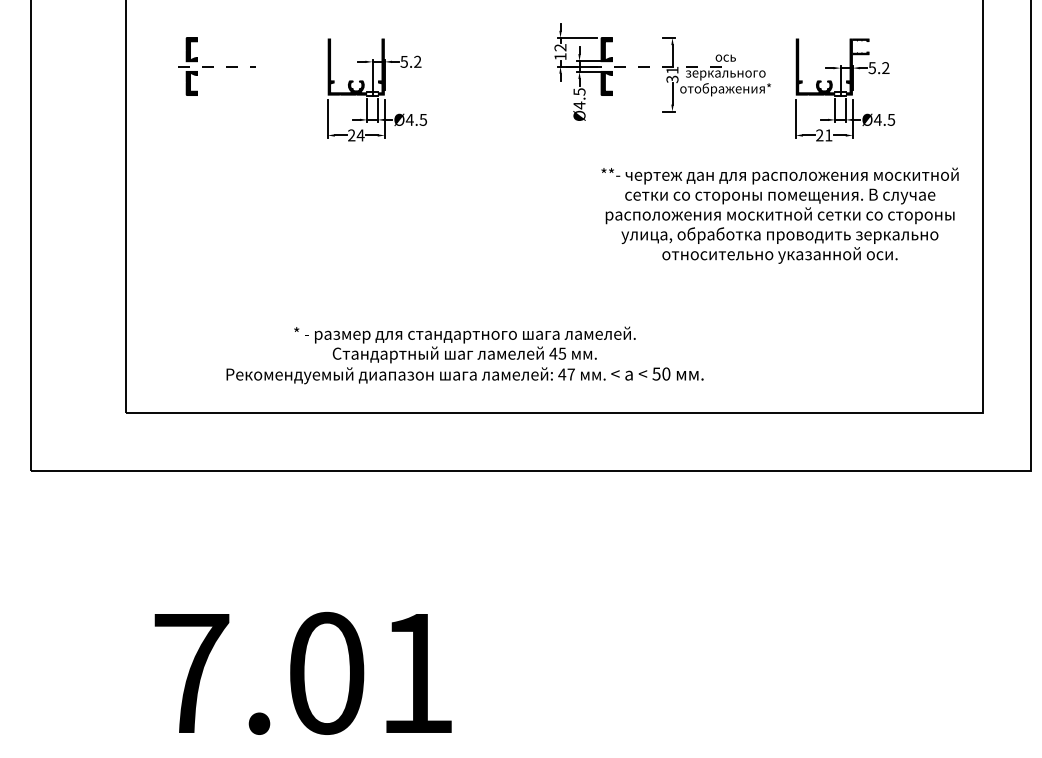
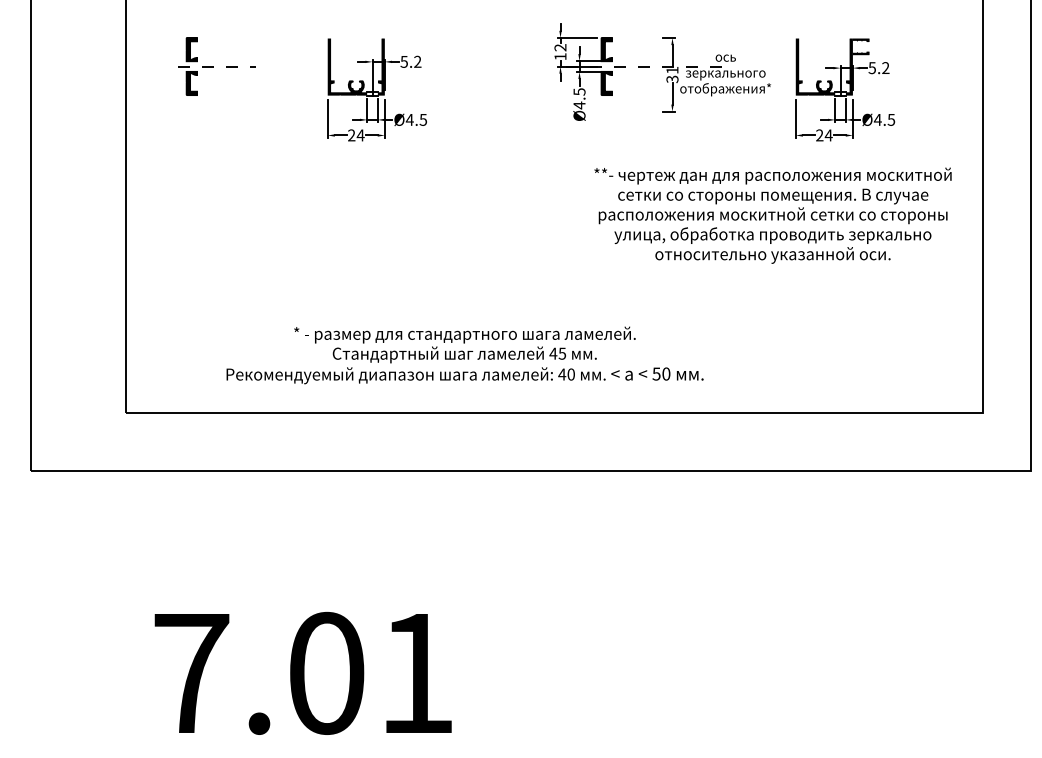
text at (828, 135): 21 -> 24
text at (779, 215) position: (779, 215) -> (772, 215)
text at (570, 374): 47 -> 40
